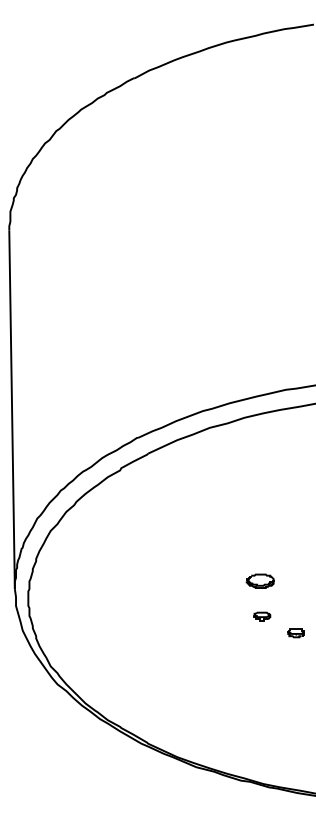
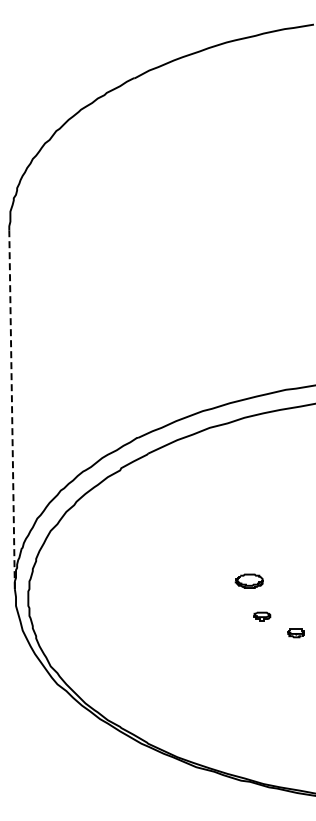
line at (12, 409): solid -> dashed
part at (259, 580) position: (259, 580) -> (248, 580)
